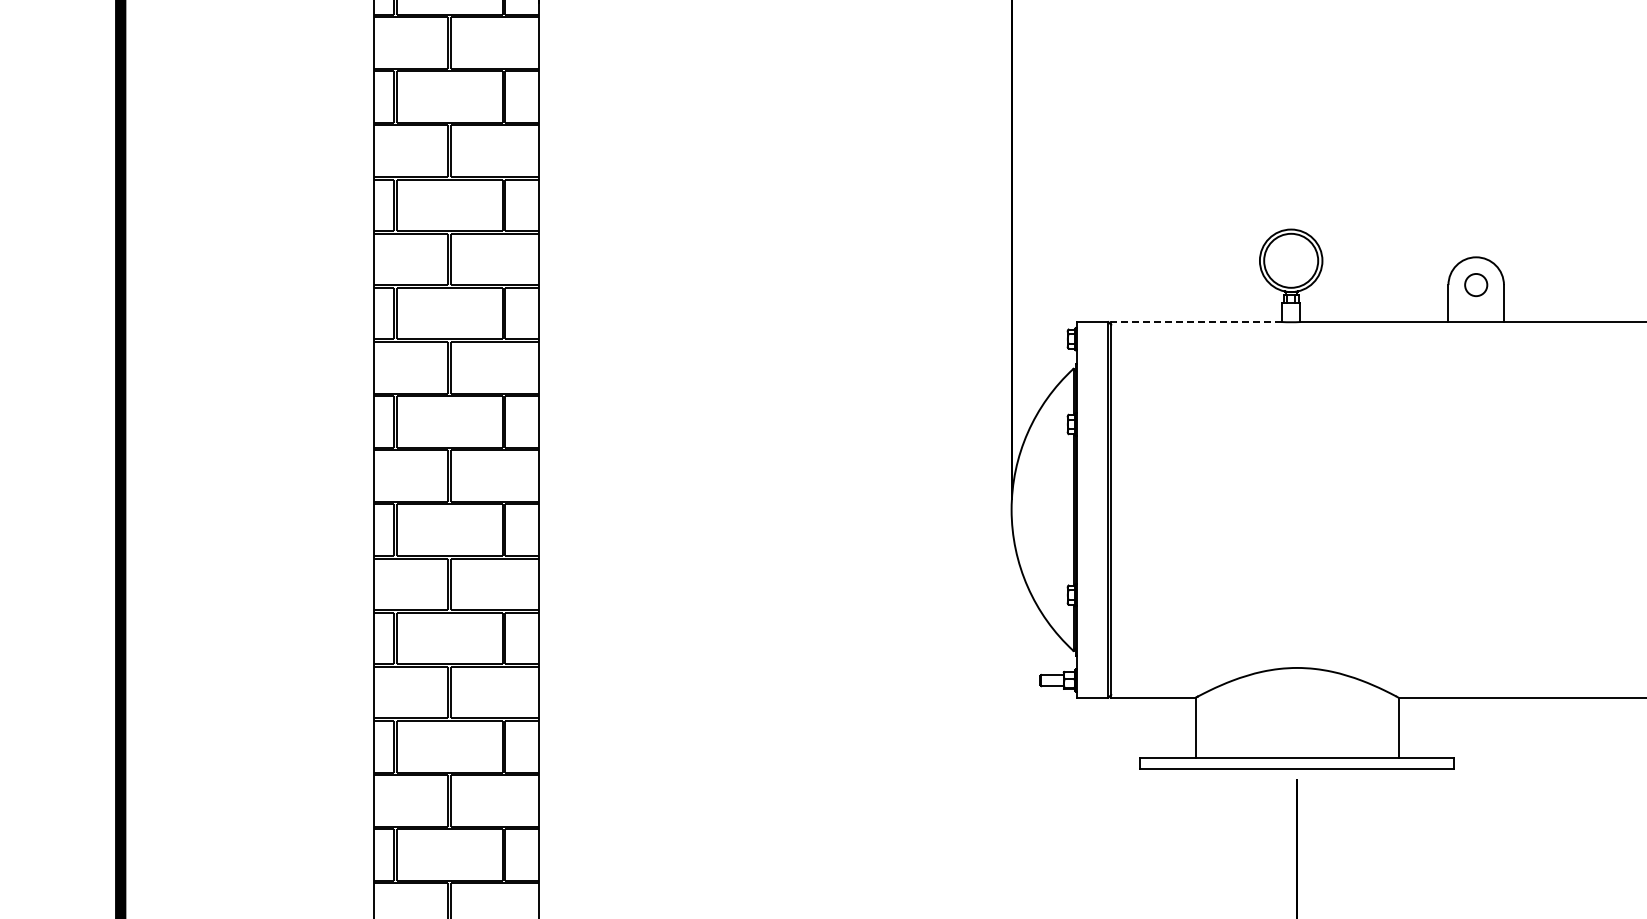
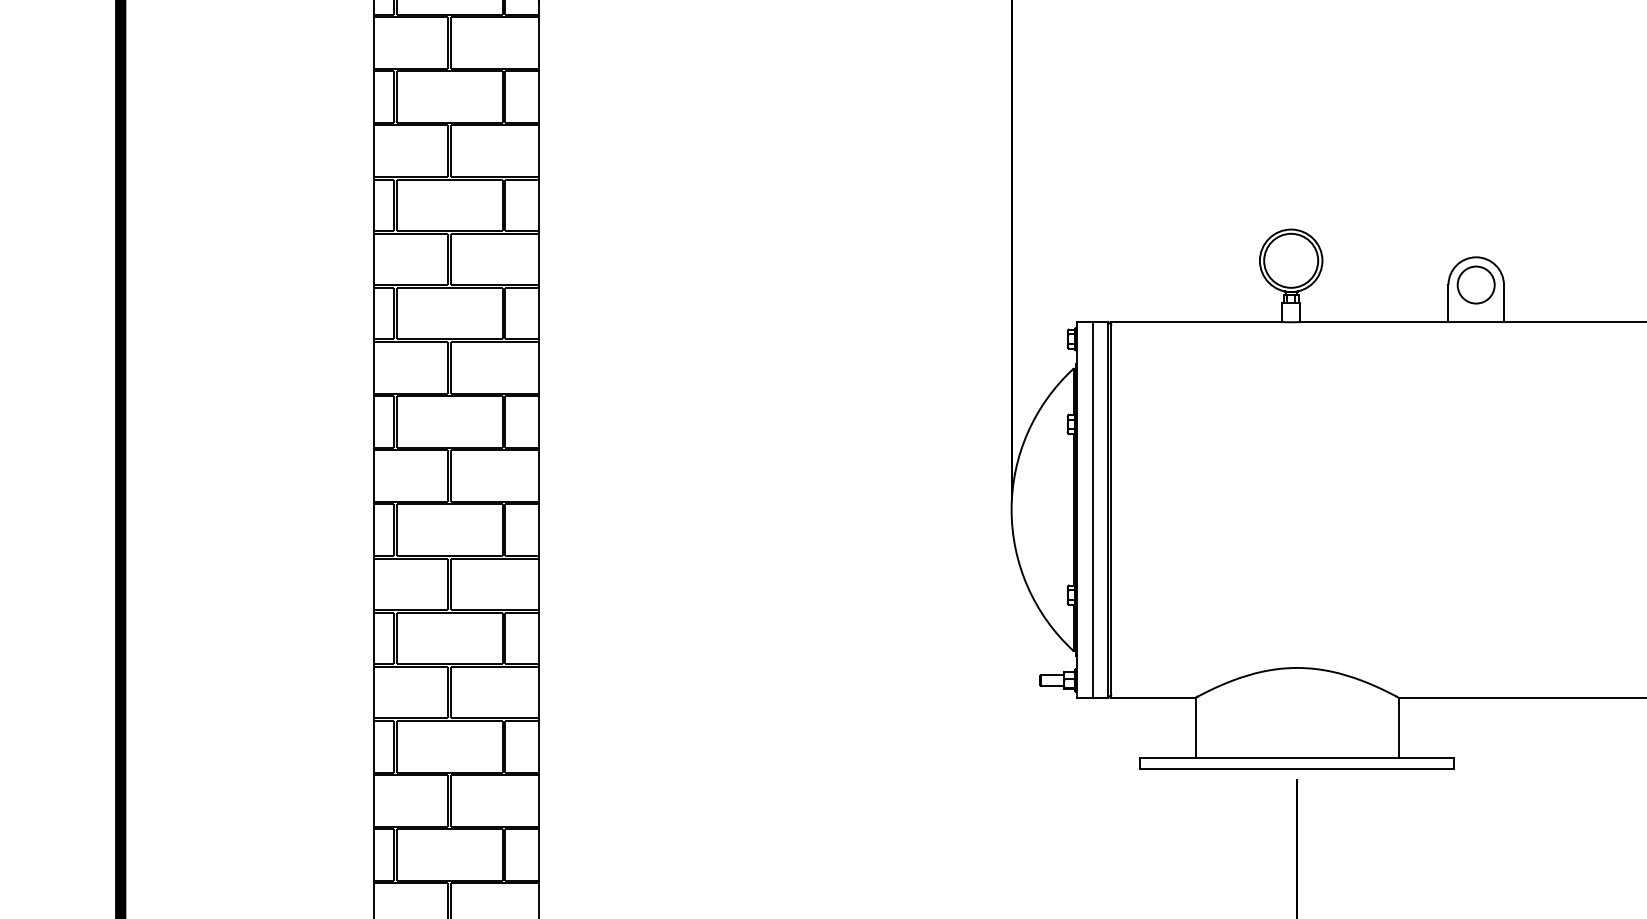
circle at (1476, 284) diameter: 22 px -> 37 px
line at (1196, 322): dashed -> solid
line at (1093, 509): none -> present
